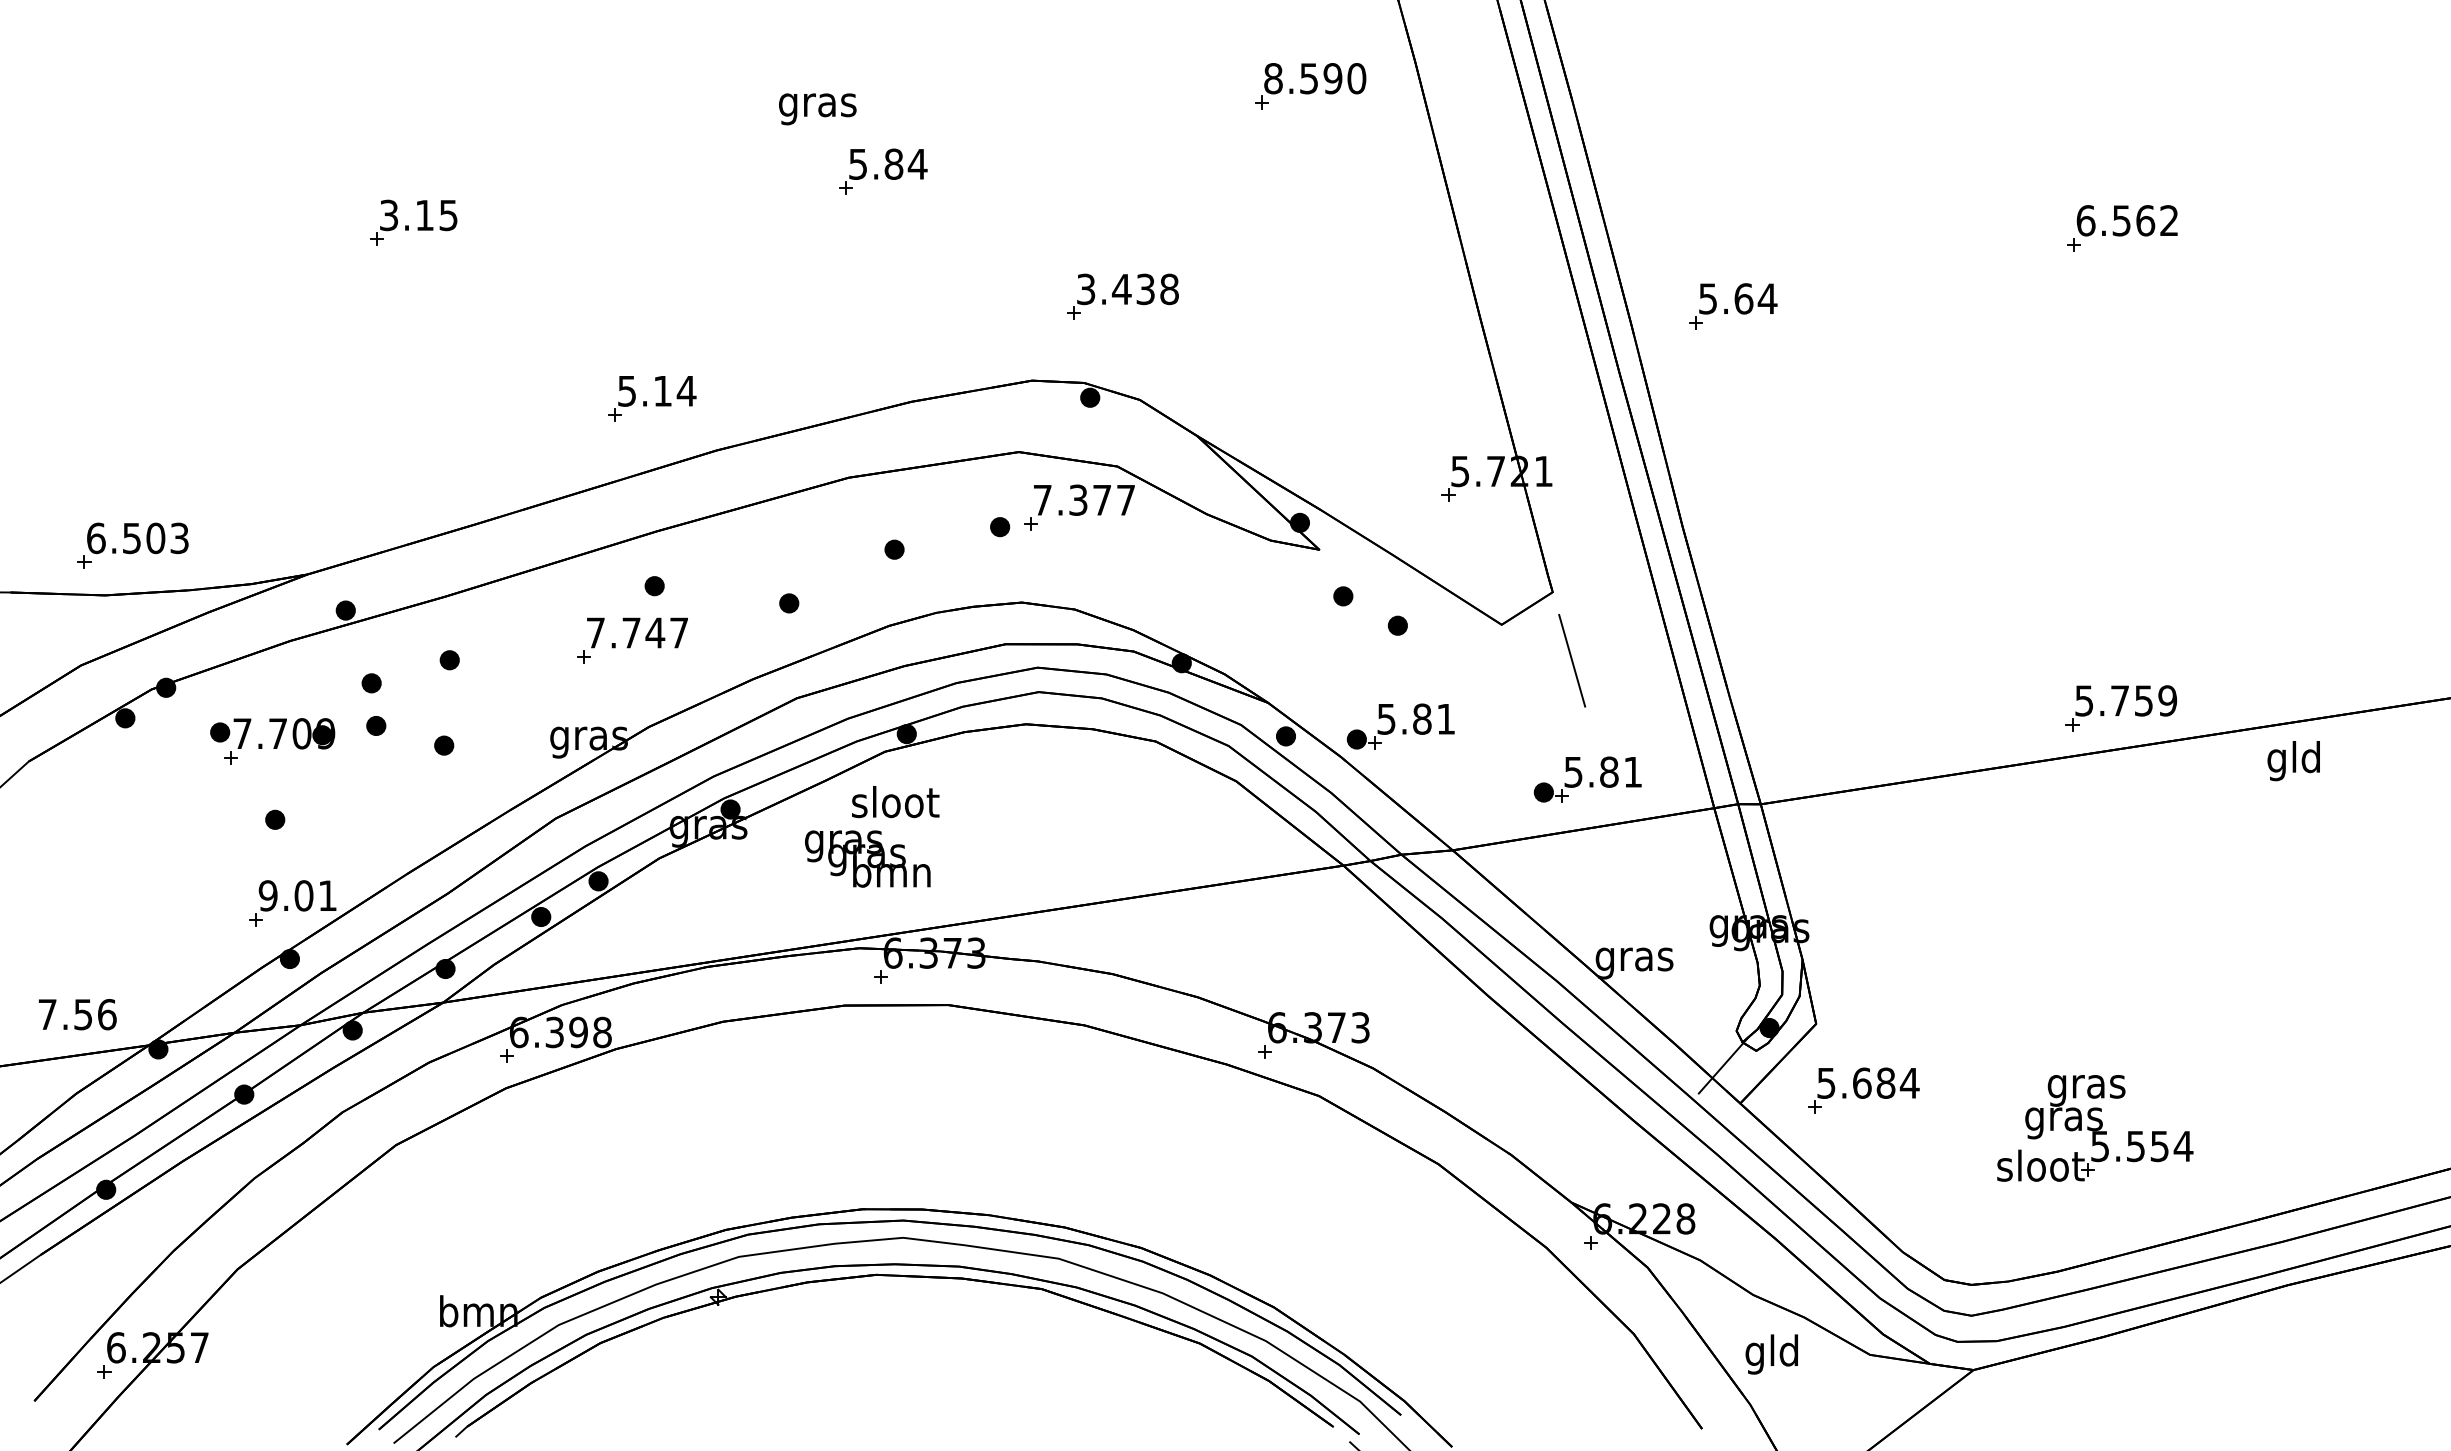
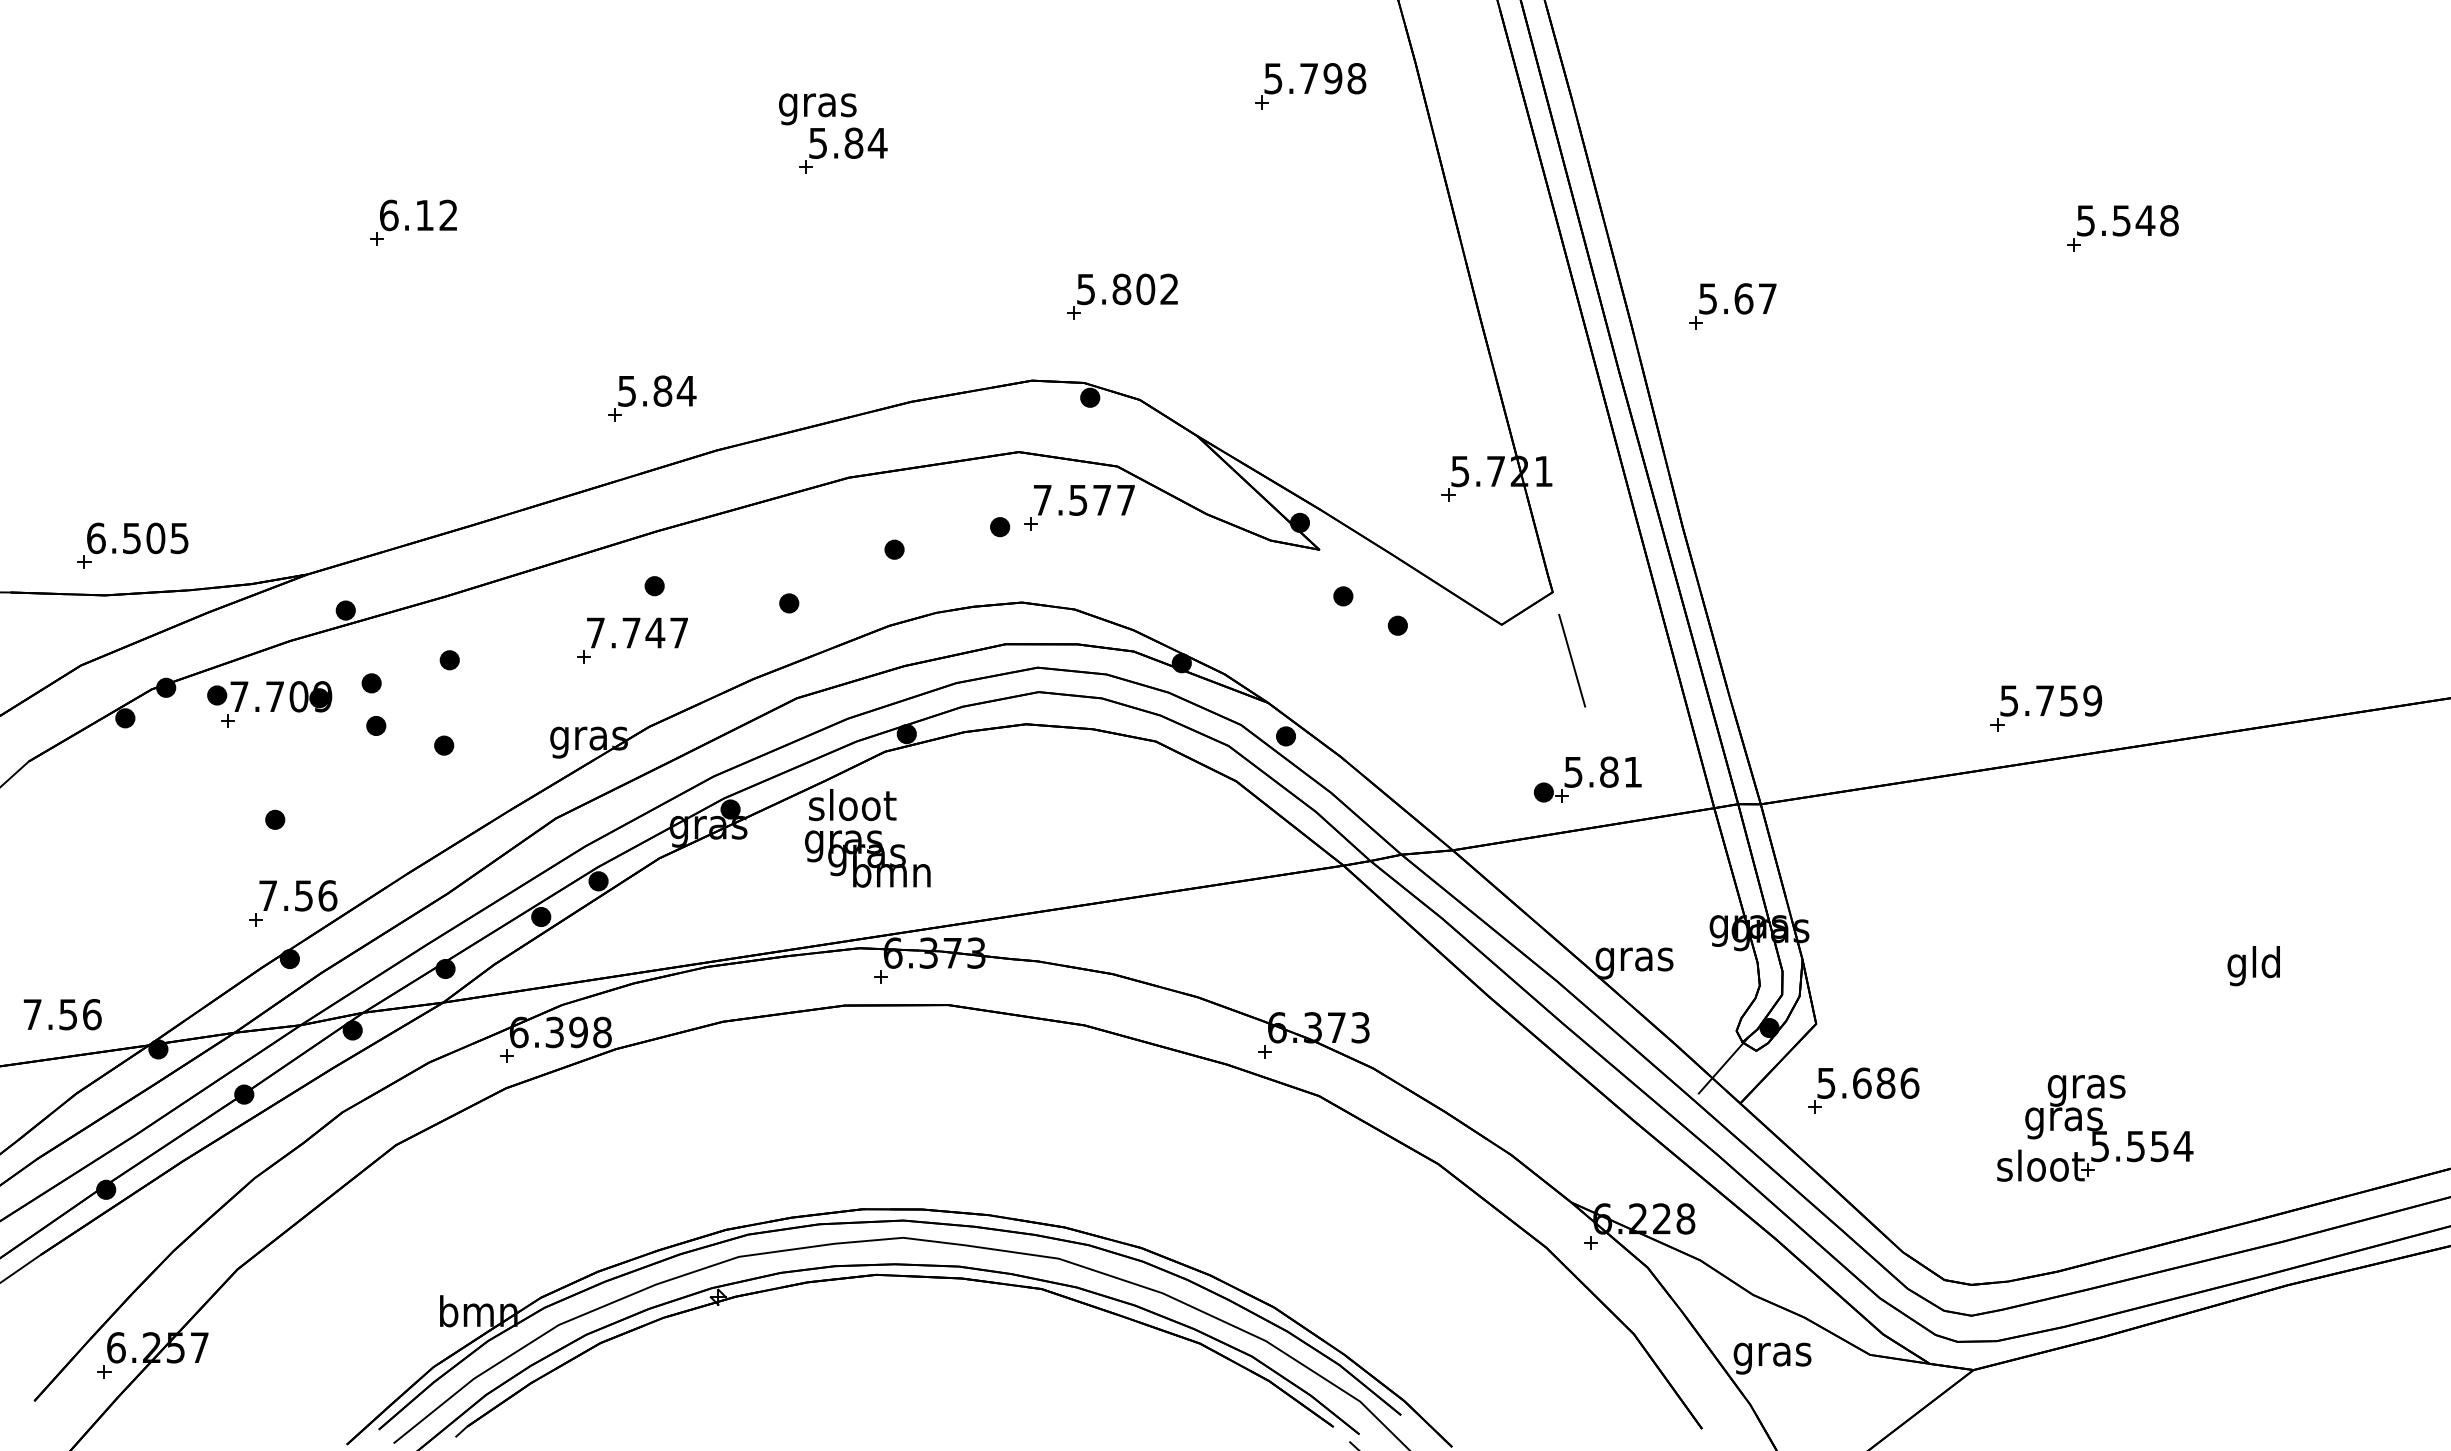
text at (1315, 78): 8.590 -> 5.798
part at (883, 171) position: (883, 171) -> (843, 150)
text at (418, 215): 3.15 -> 6.12
text at (2127, 220): 6.562 -> 5.548
text at (1128, 289): 3.438 -> 5.802
text at (1767, 298): 5.64 -> 5.67
text at (662, 390): 5.14 -> 5.84
text at (1078, 499): 7.377 -> 7.577
text at (179, 537): 6.503 -> 6.505
part at (2121, 708) position: (2121, 708) -> (2046, 708)
part at (1400, 726): present -> none
part at (272, 741) position: (272, 741) -> (269, 704)
text at (2293, 761) position: (2293, 761) -> (2253, 966)
text at (895, 802) position: (895, 802) -> (852, 805)
text at (297, 895): 9.01 -> 7.56
text at (77, 1014) position: (77, 1014) -> (62, 1014)
text at (1909, 1082): 5.684 -> 5.686
text at (1772, 1354): gld -> gras
